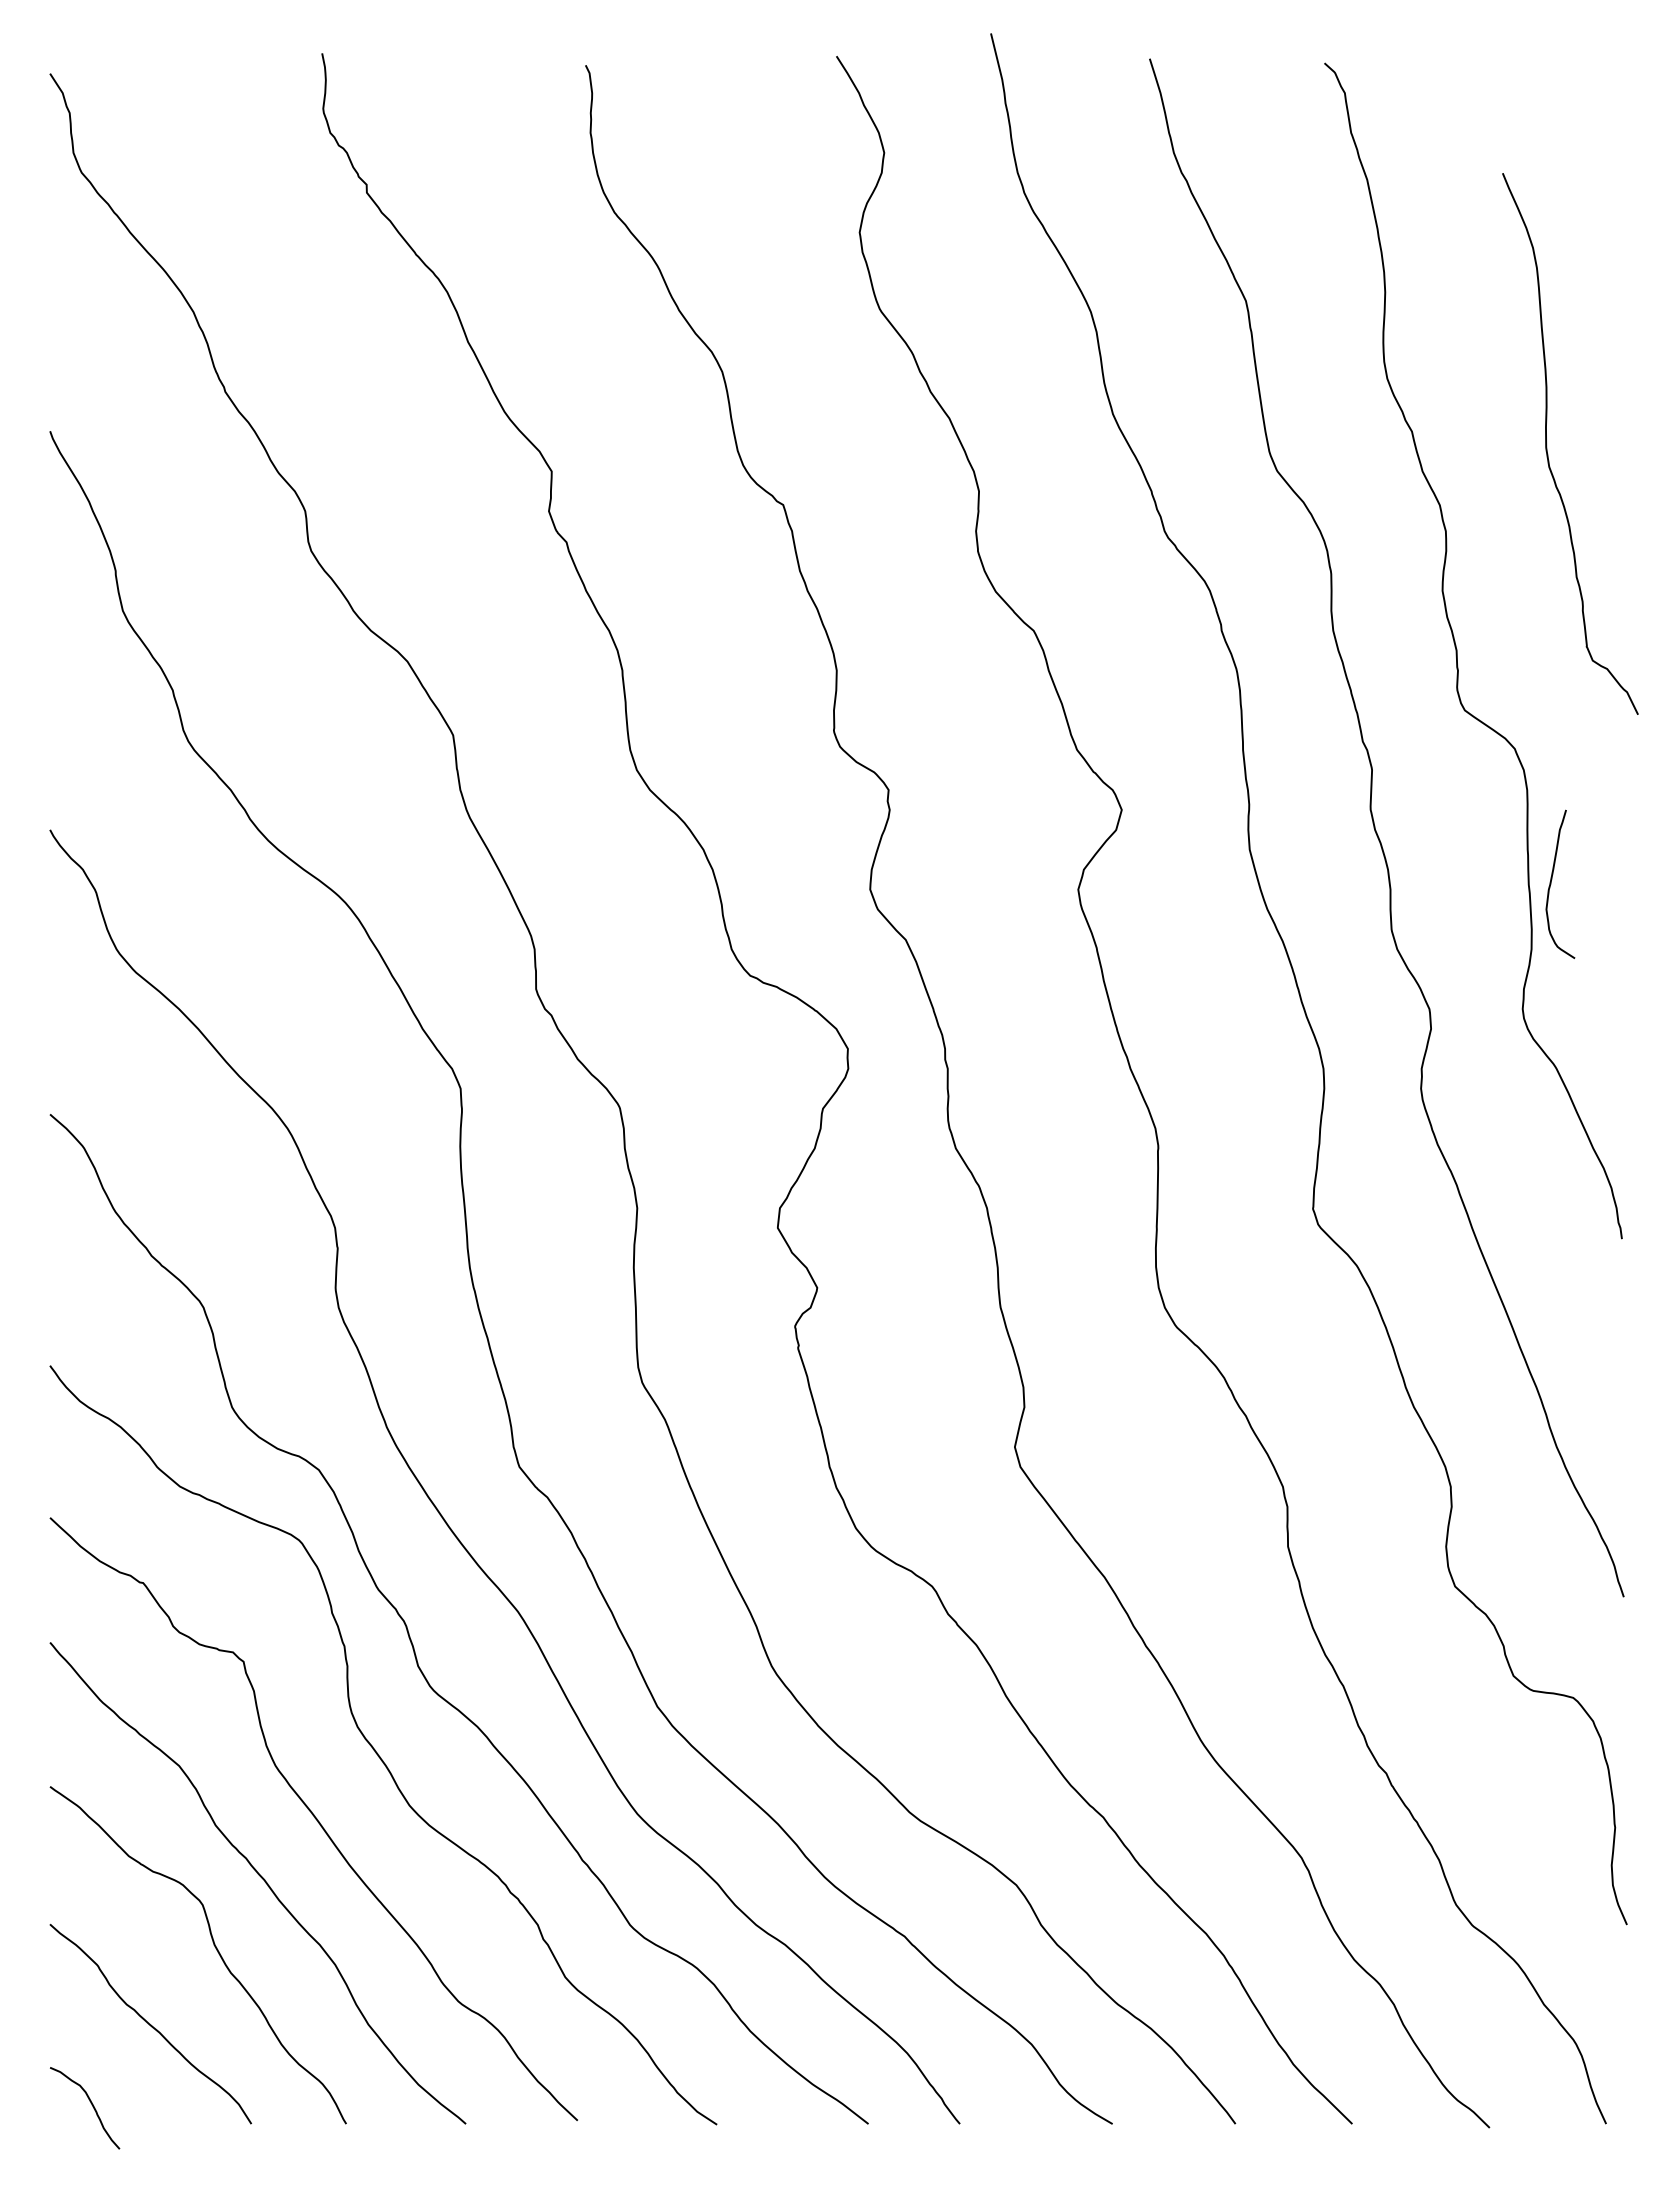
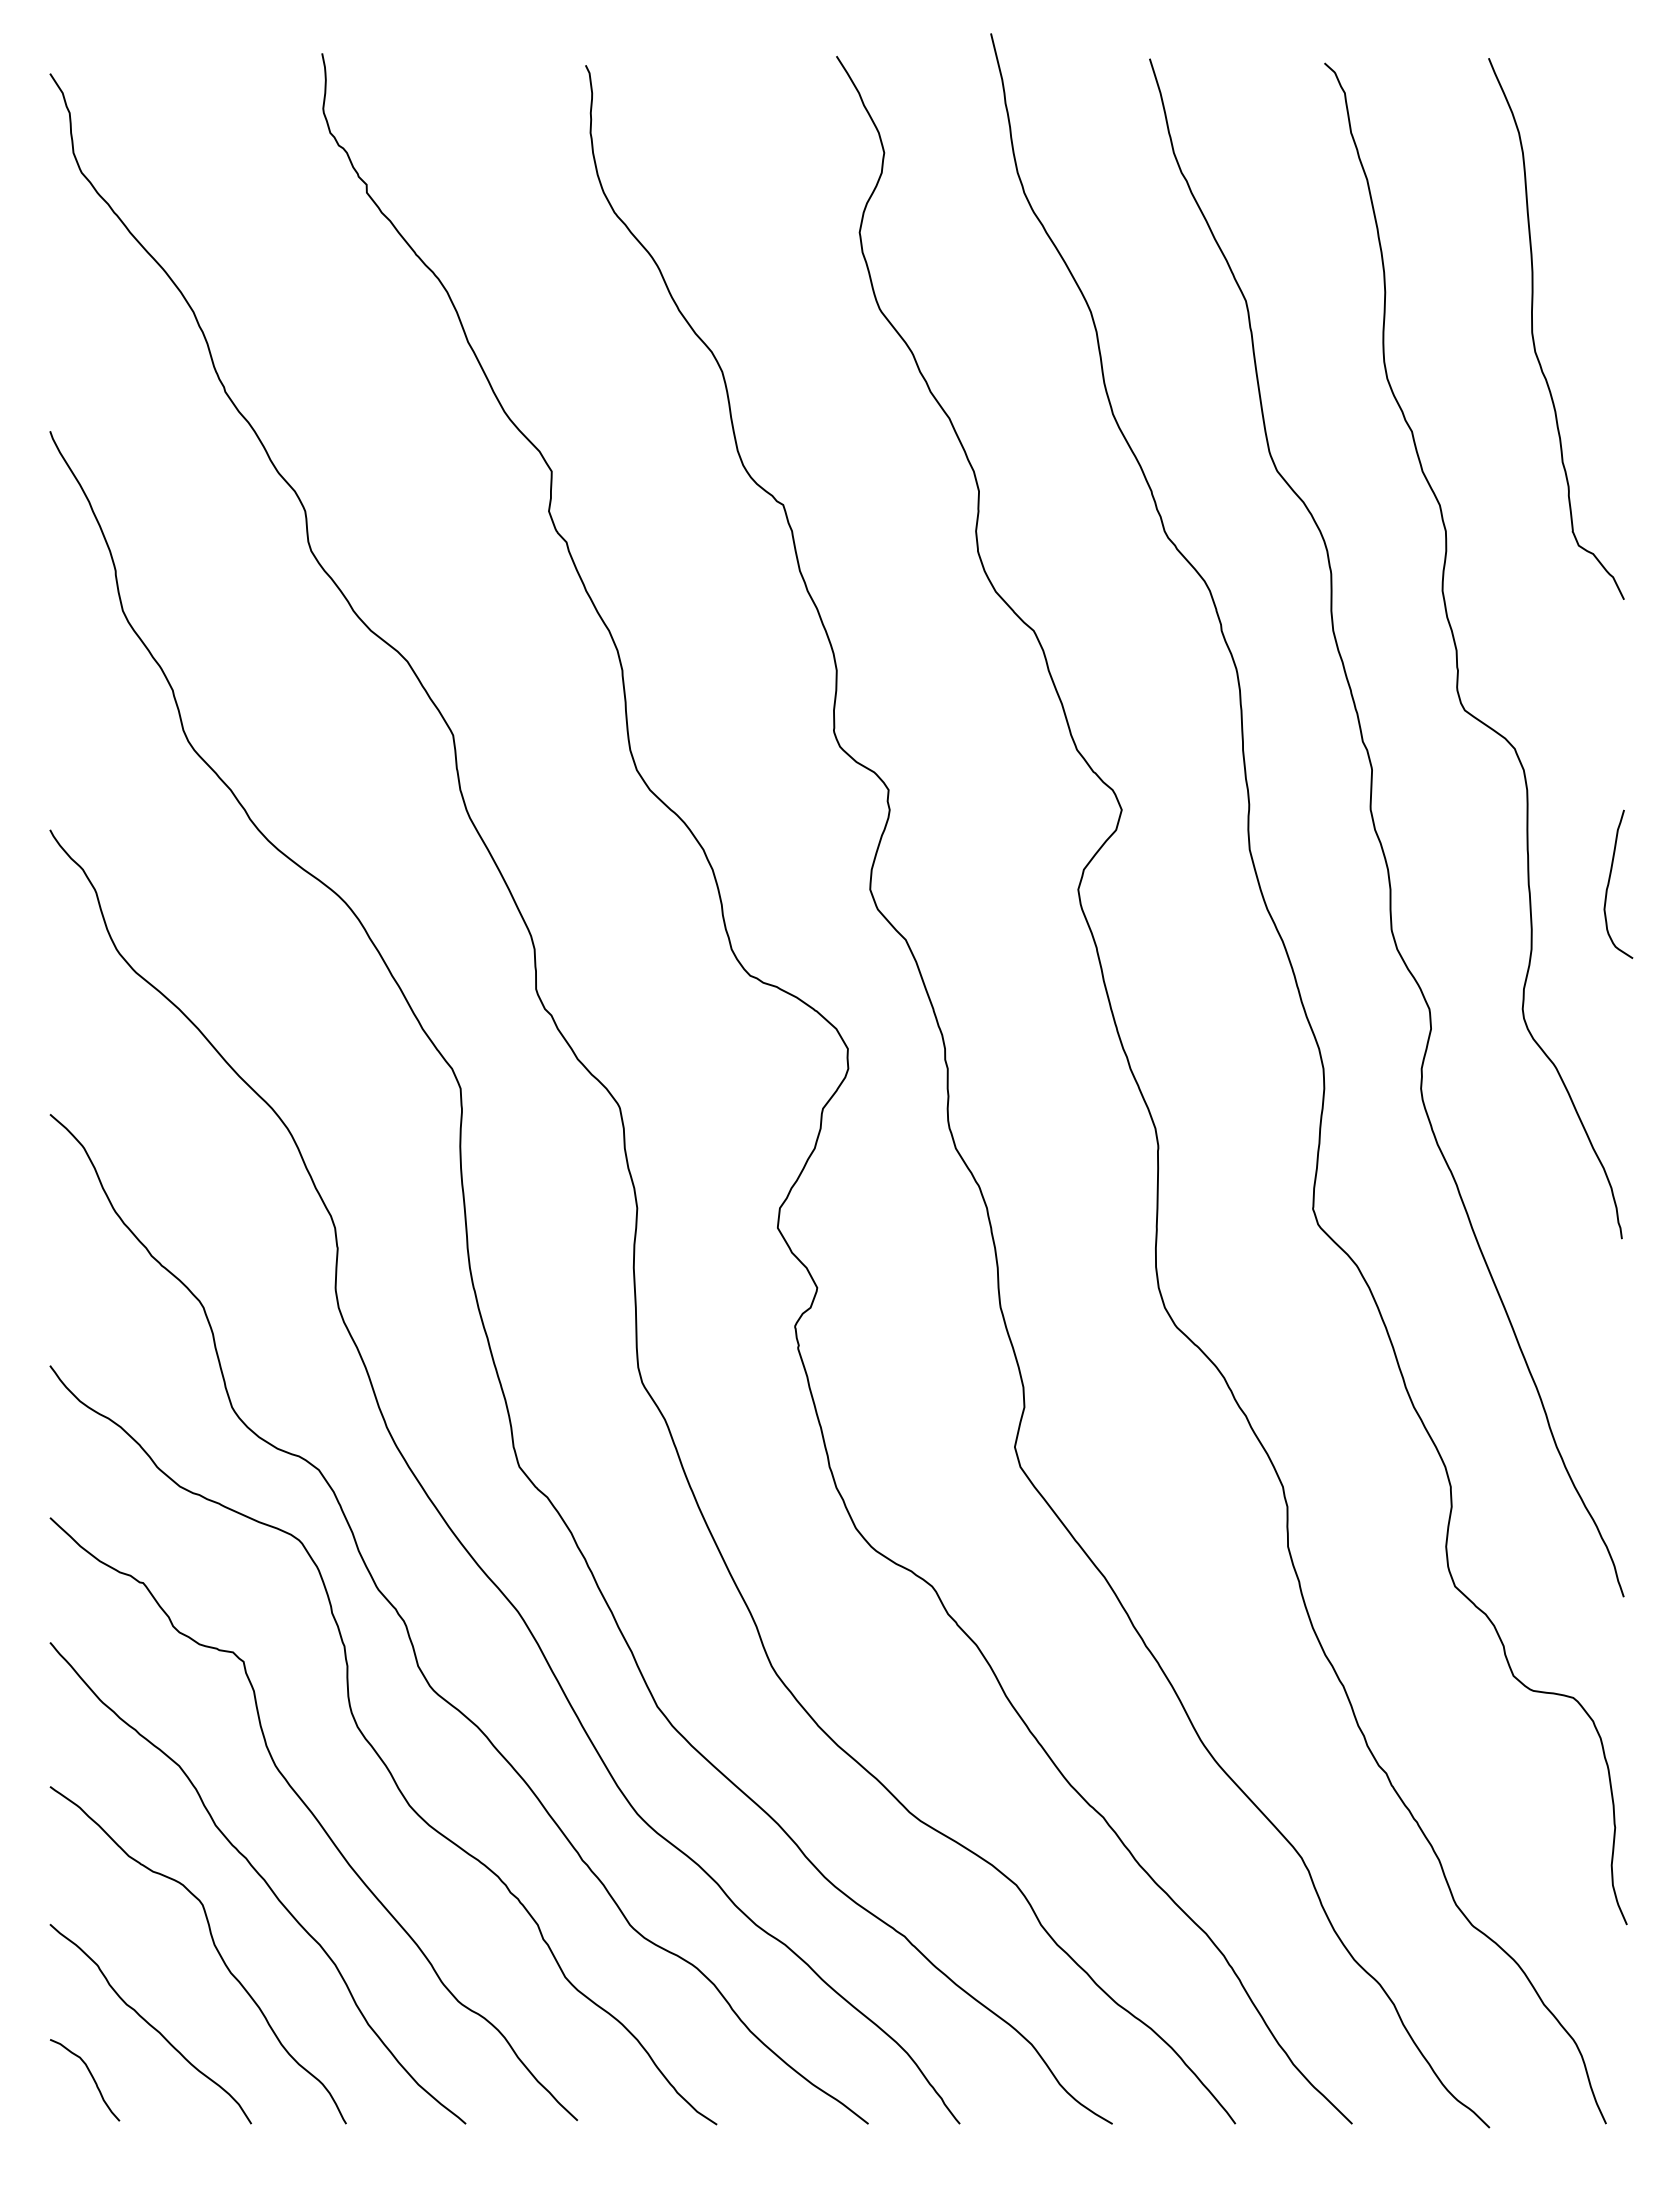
curve at (1547, 445) position: (1547, 445) -> (1533, 330)
curve at (1552, 879) position: (1552, 879) -> (1610, 879)
curve at (91, 2105) position: (91, 2105) -> (91, 2077)
